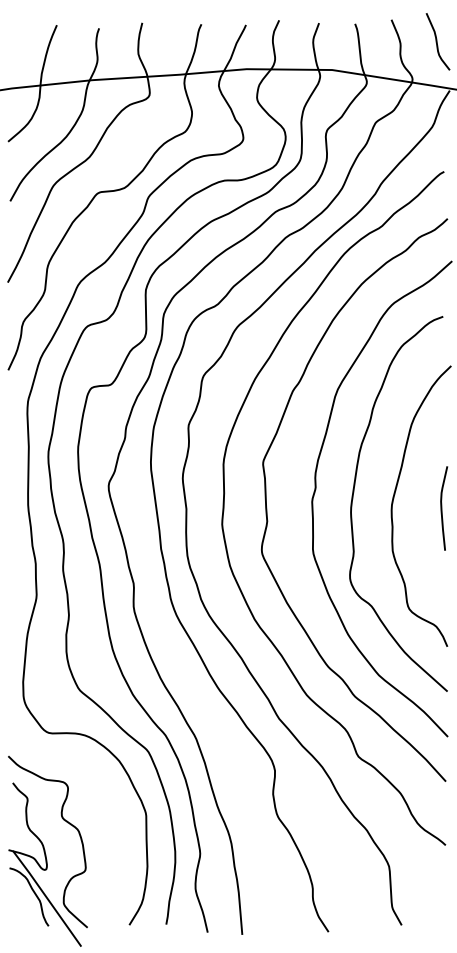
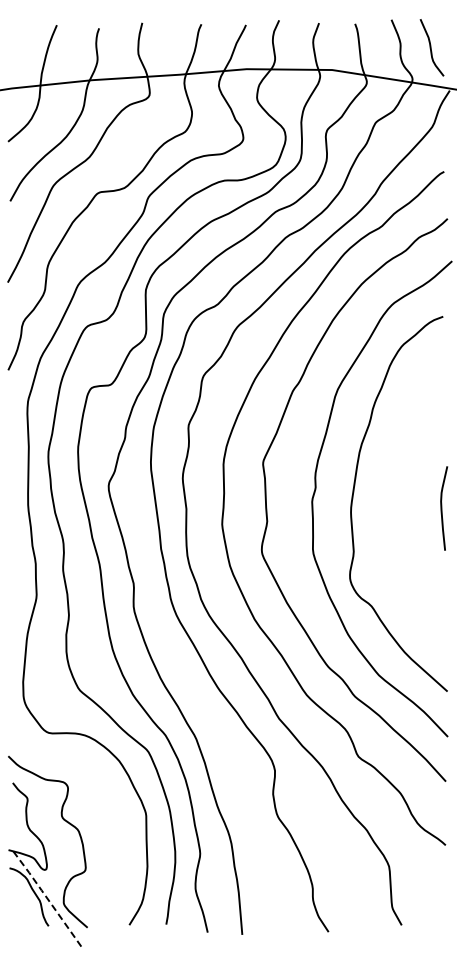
curve at (437, 41) position: (437, 41) -> (431, 47)
curve at (394, 498): present -> none
line at (46, 896): solid -> dashed
